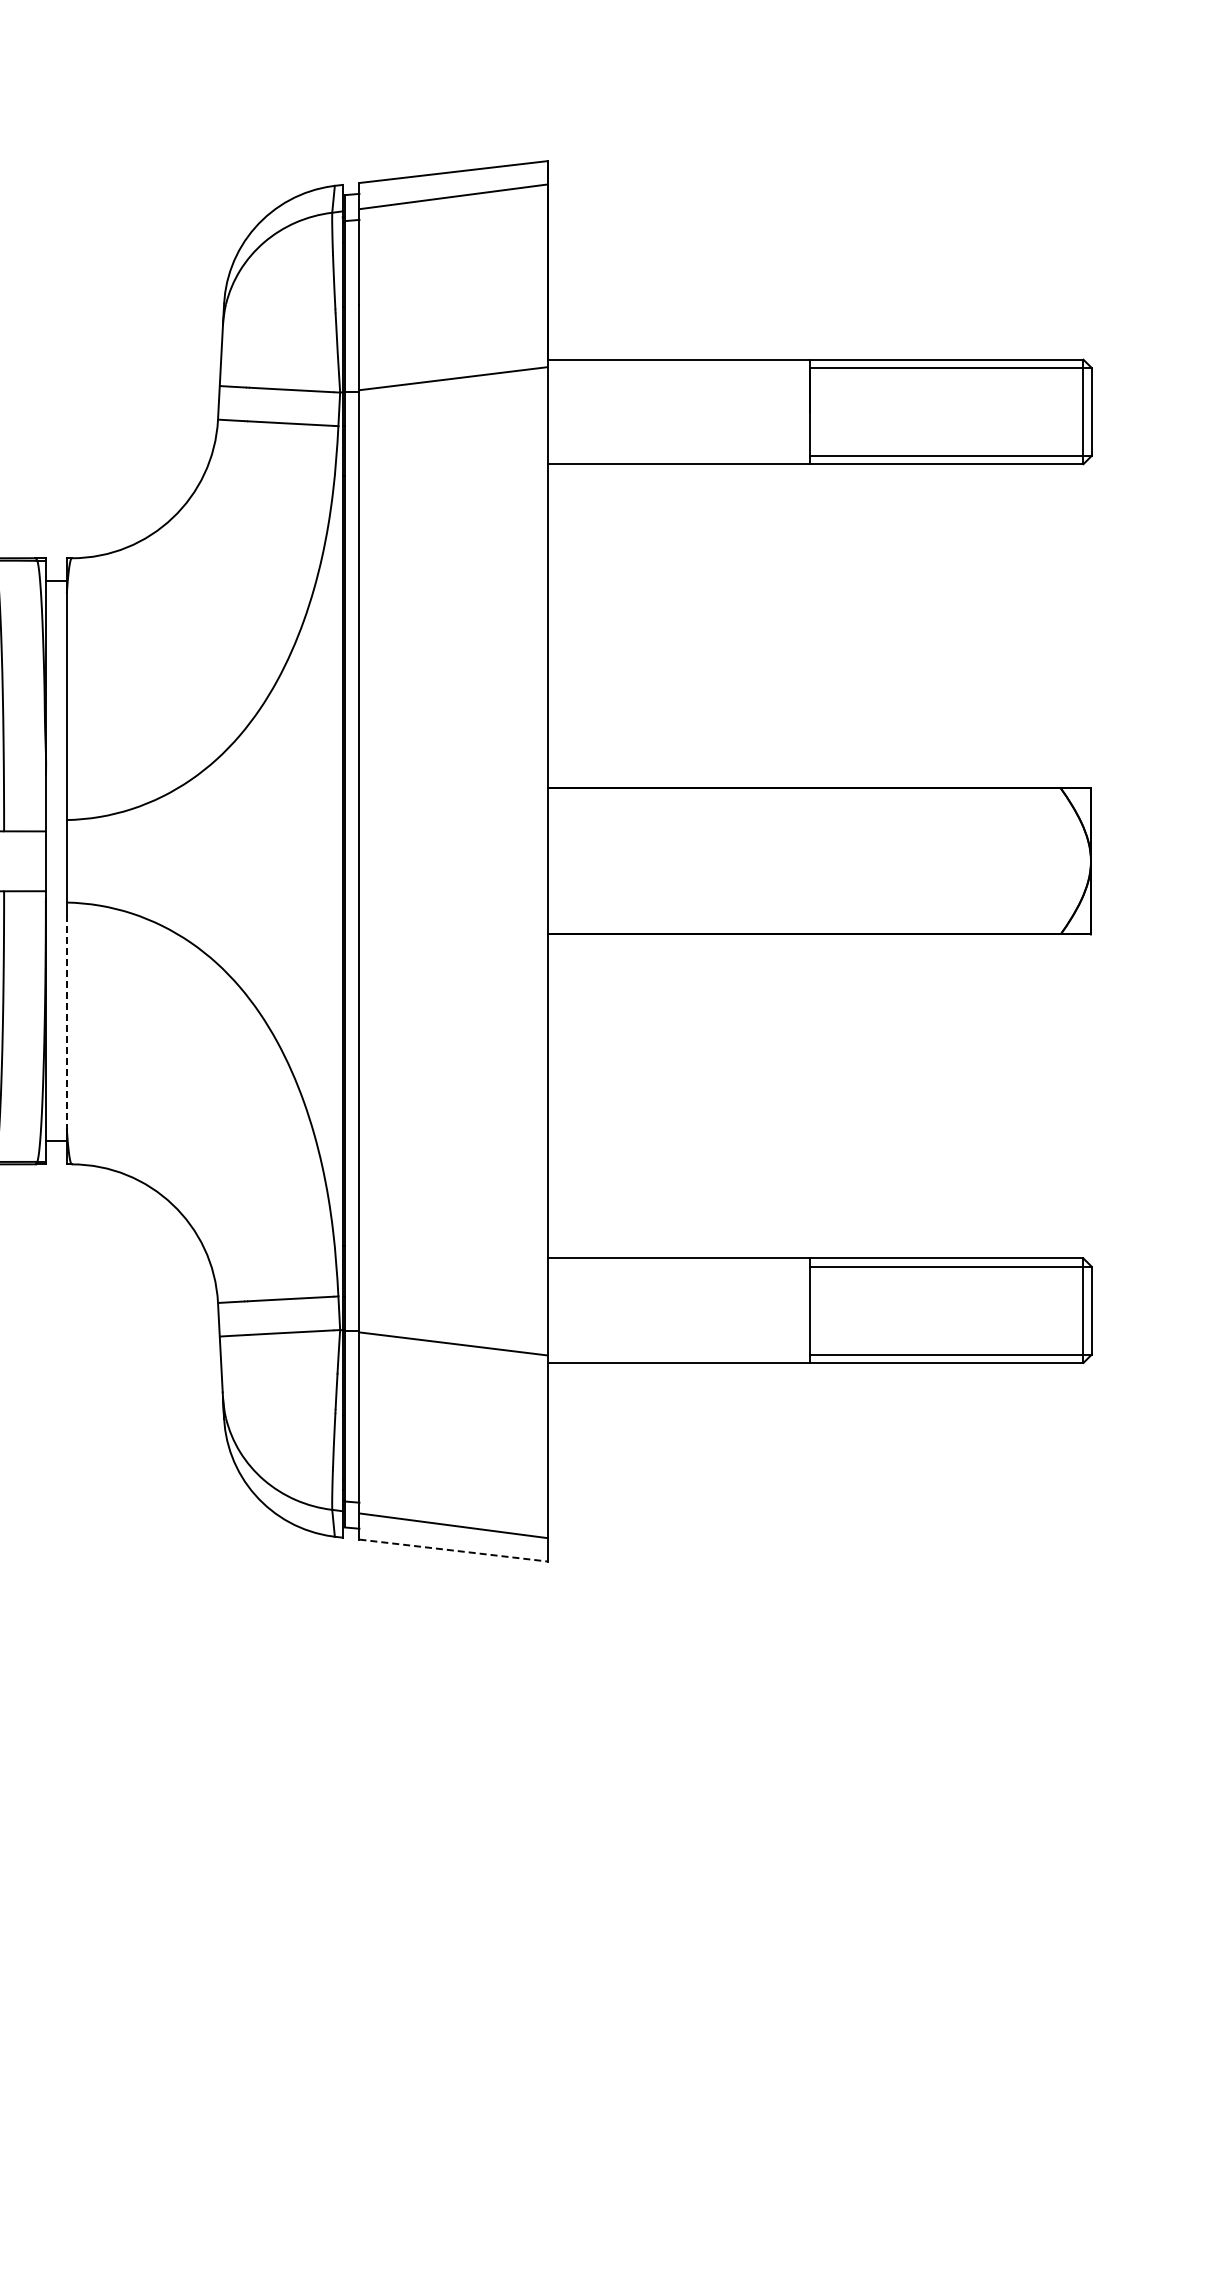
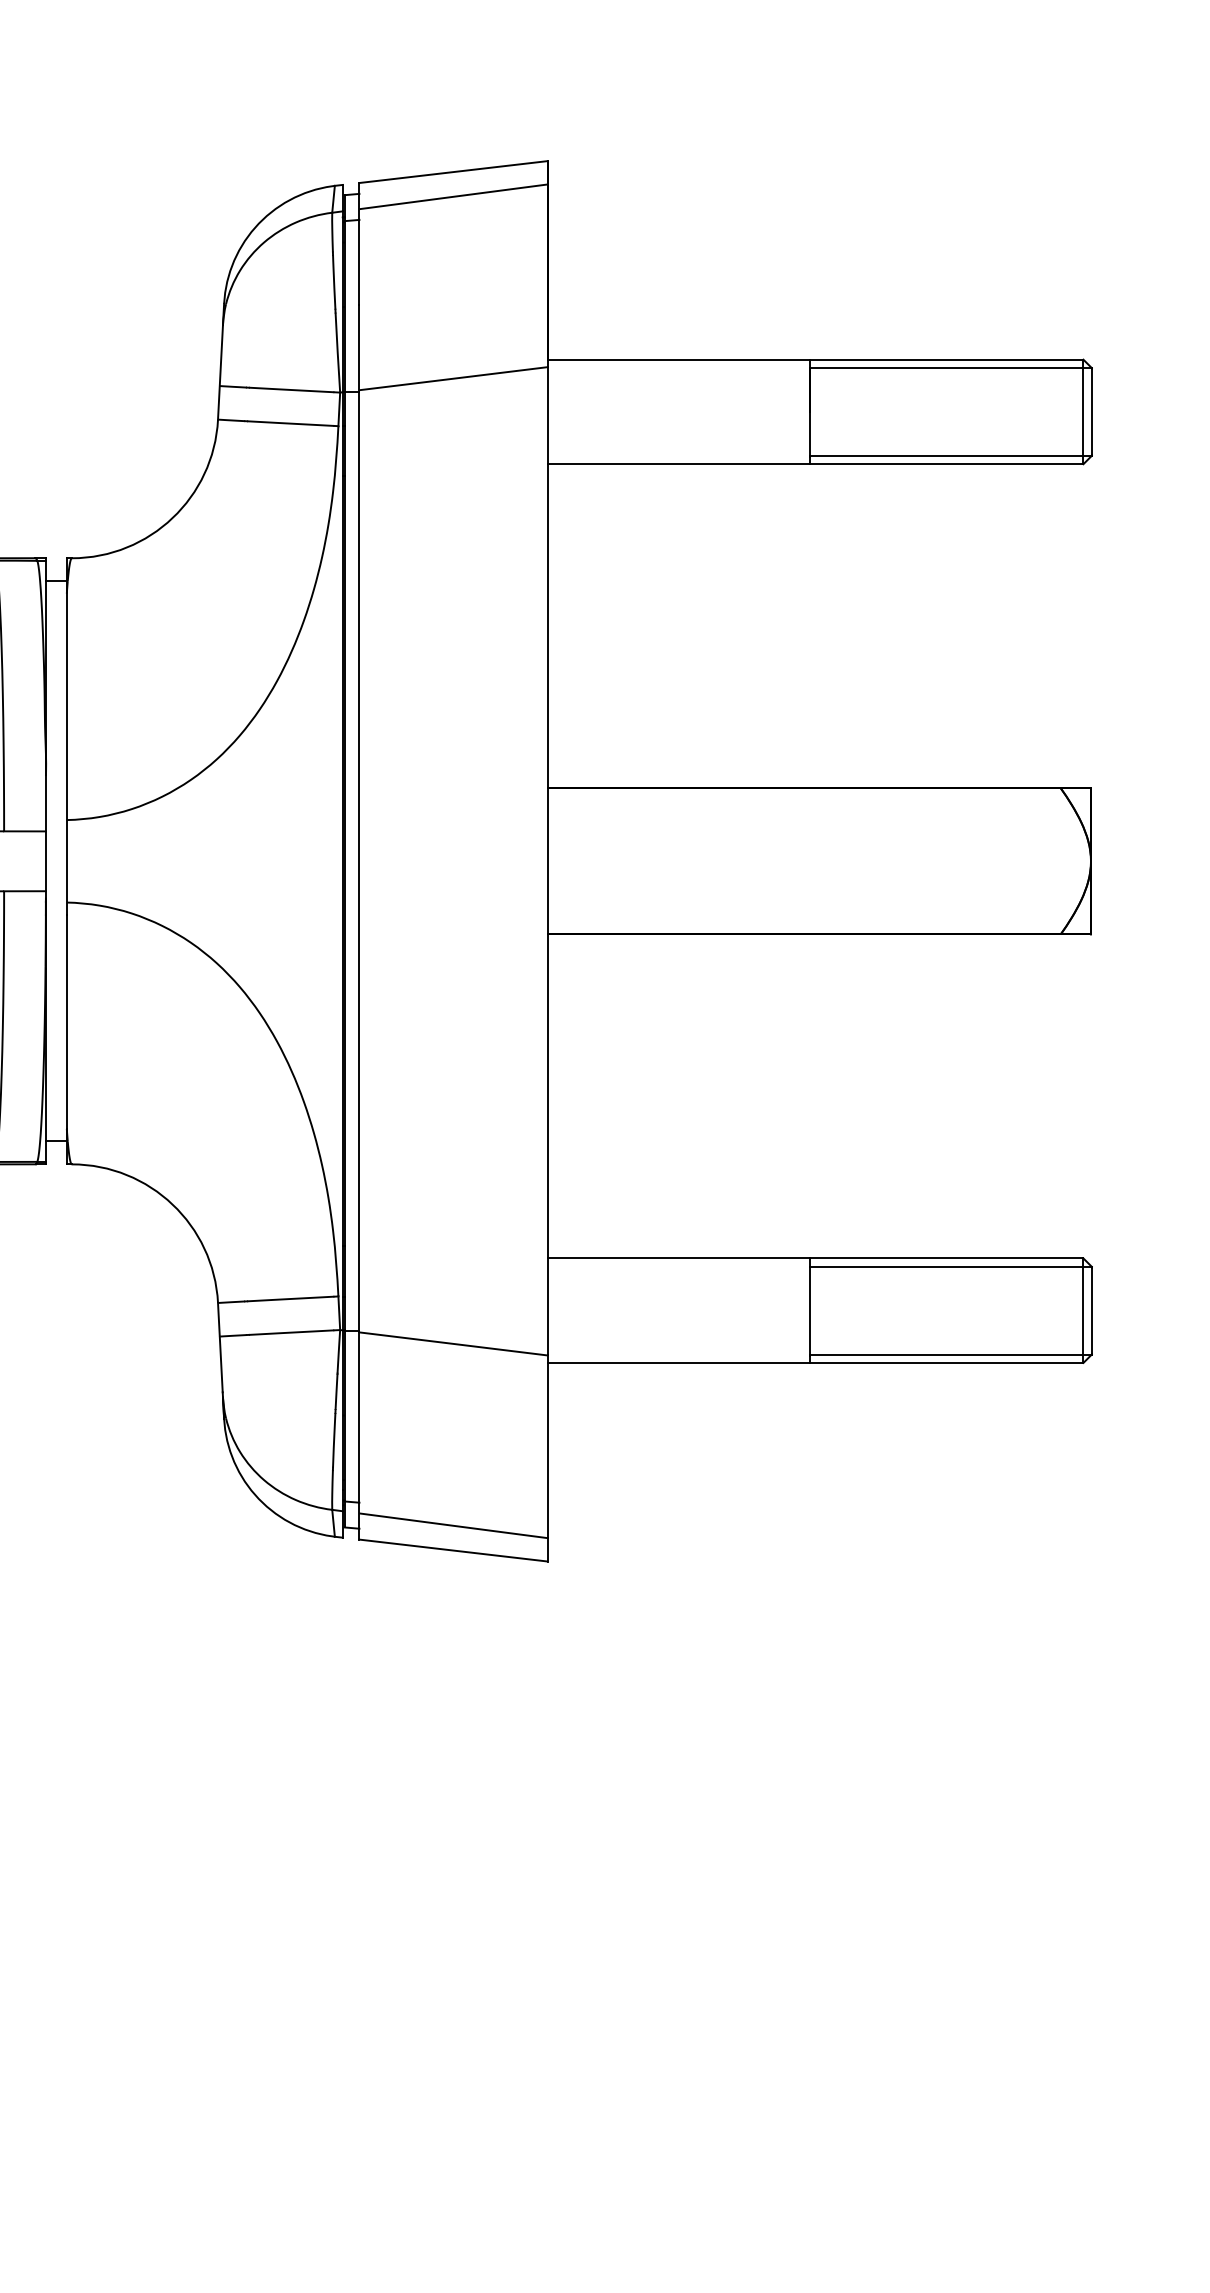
line at (66, 1022): dashed -> solid
line at (453, 1550): dashed -> solid
